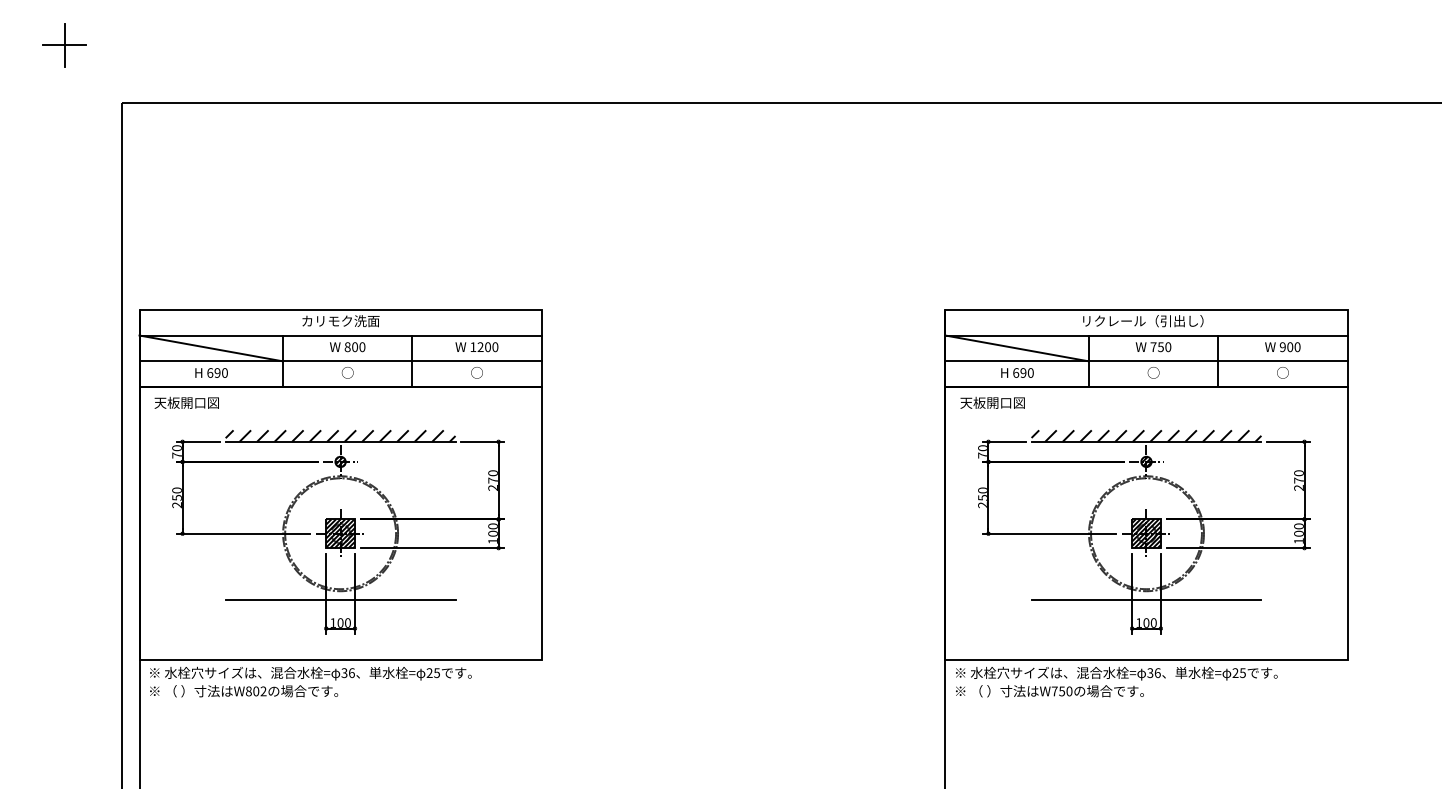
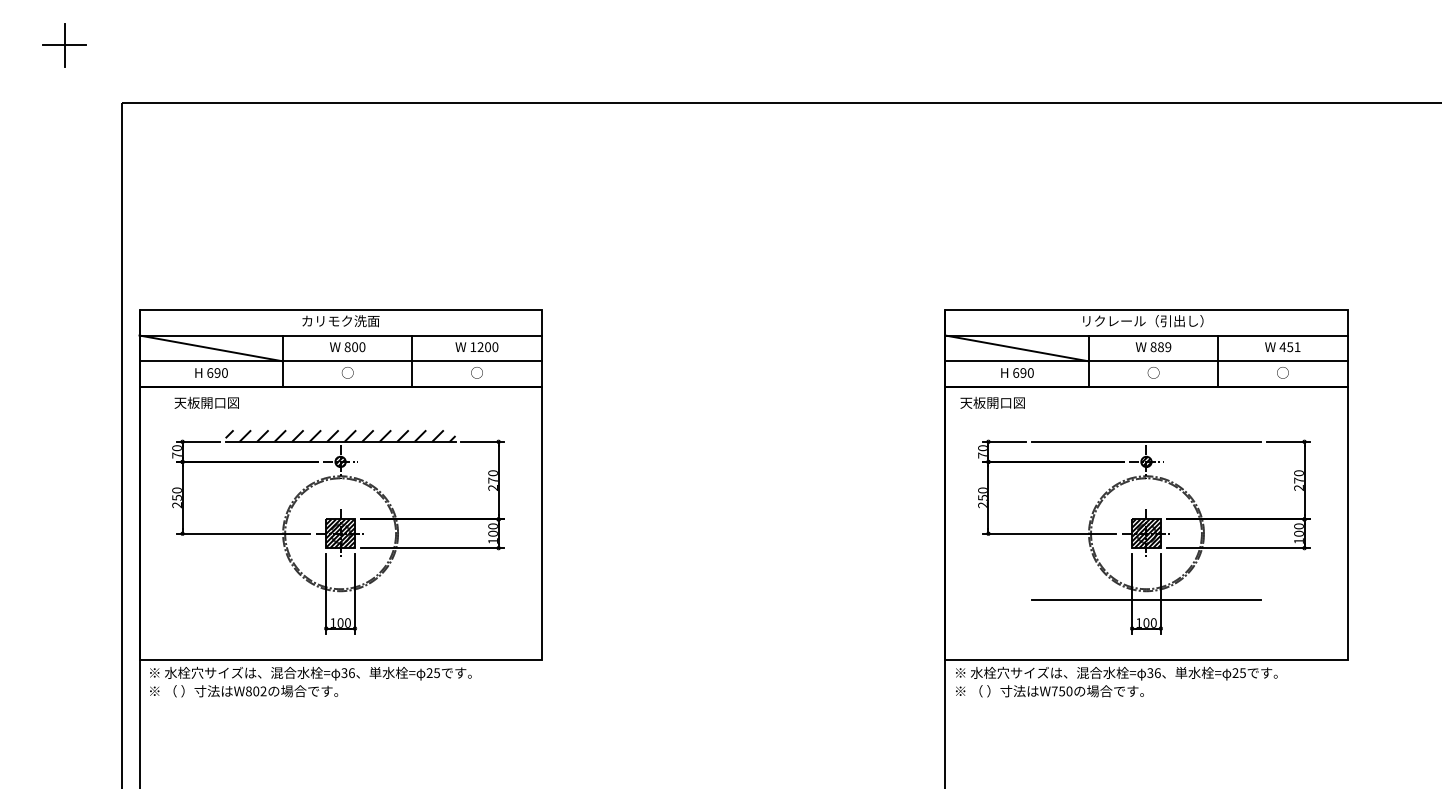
text at (1160, 347): 750 -> 889
text at (1289, 347): 900 -> 451
text at (186, 402) position: (186, 402) -> (206, 402)
hatch at (1146, 435): present -> none
line at (340, 599): present -> none
